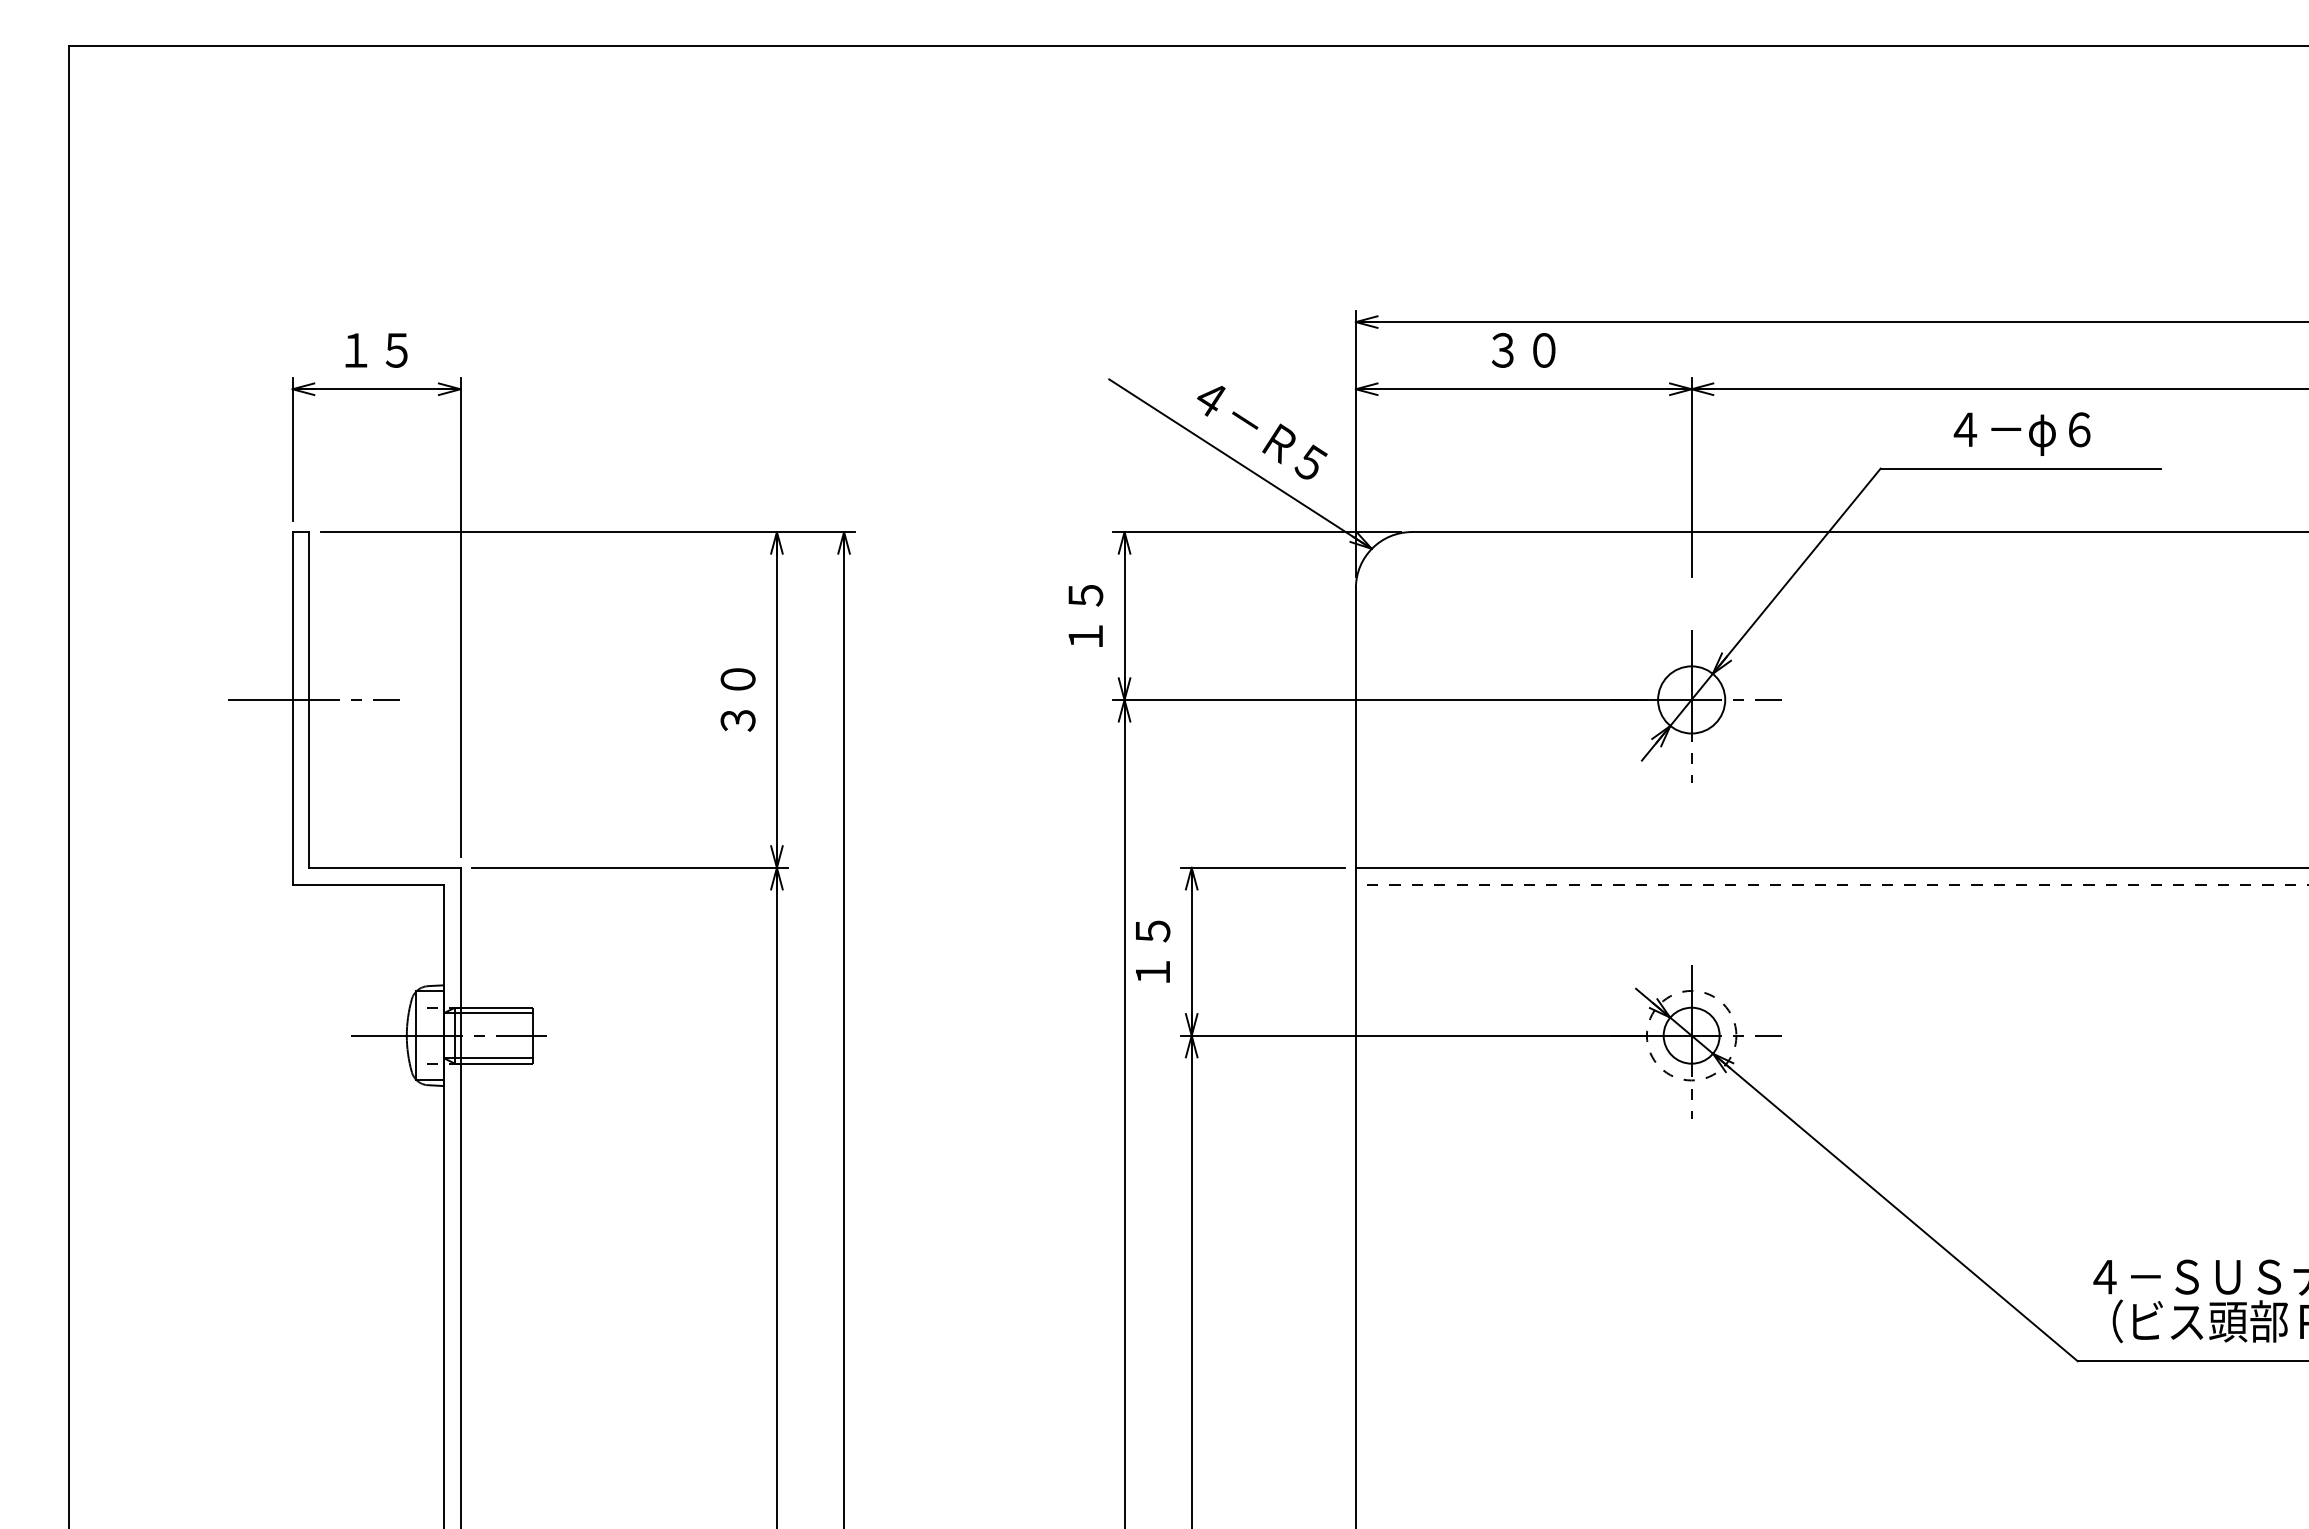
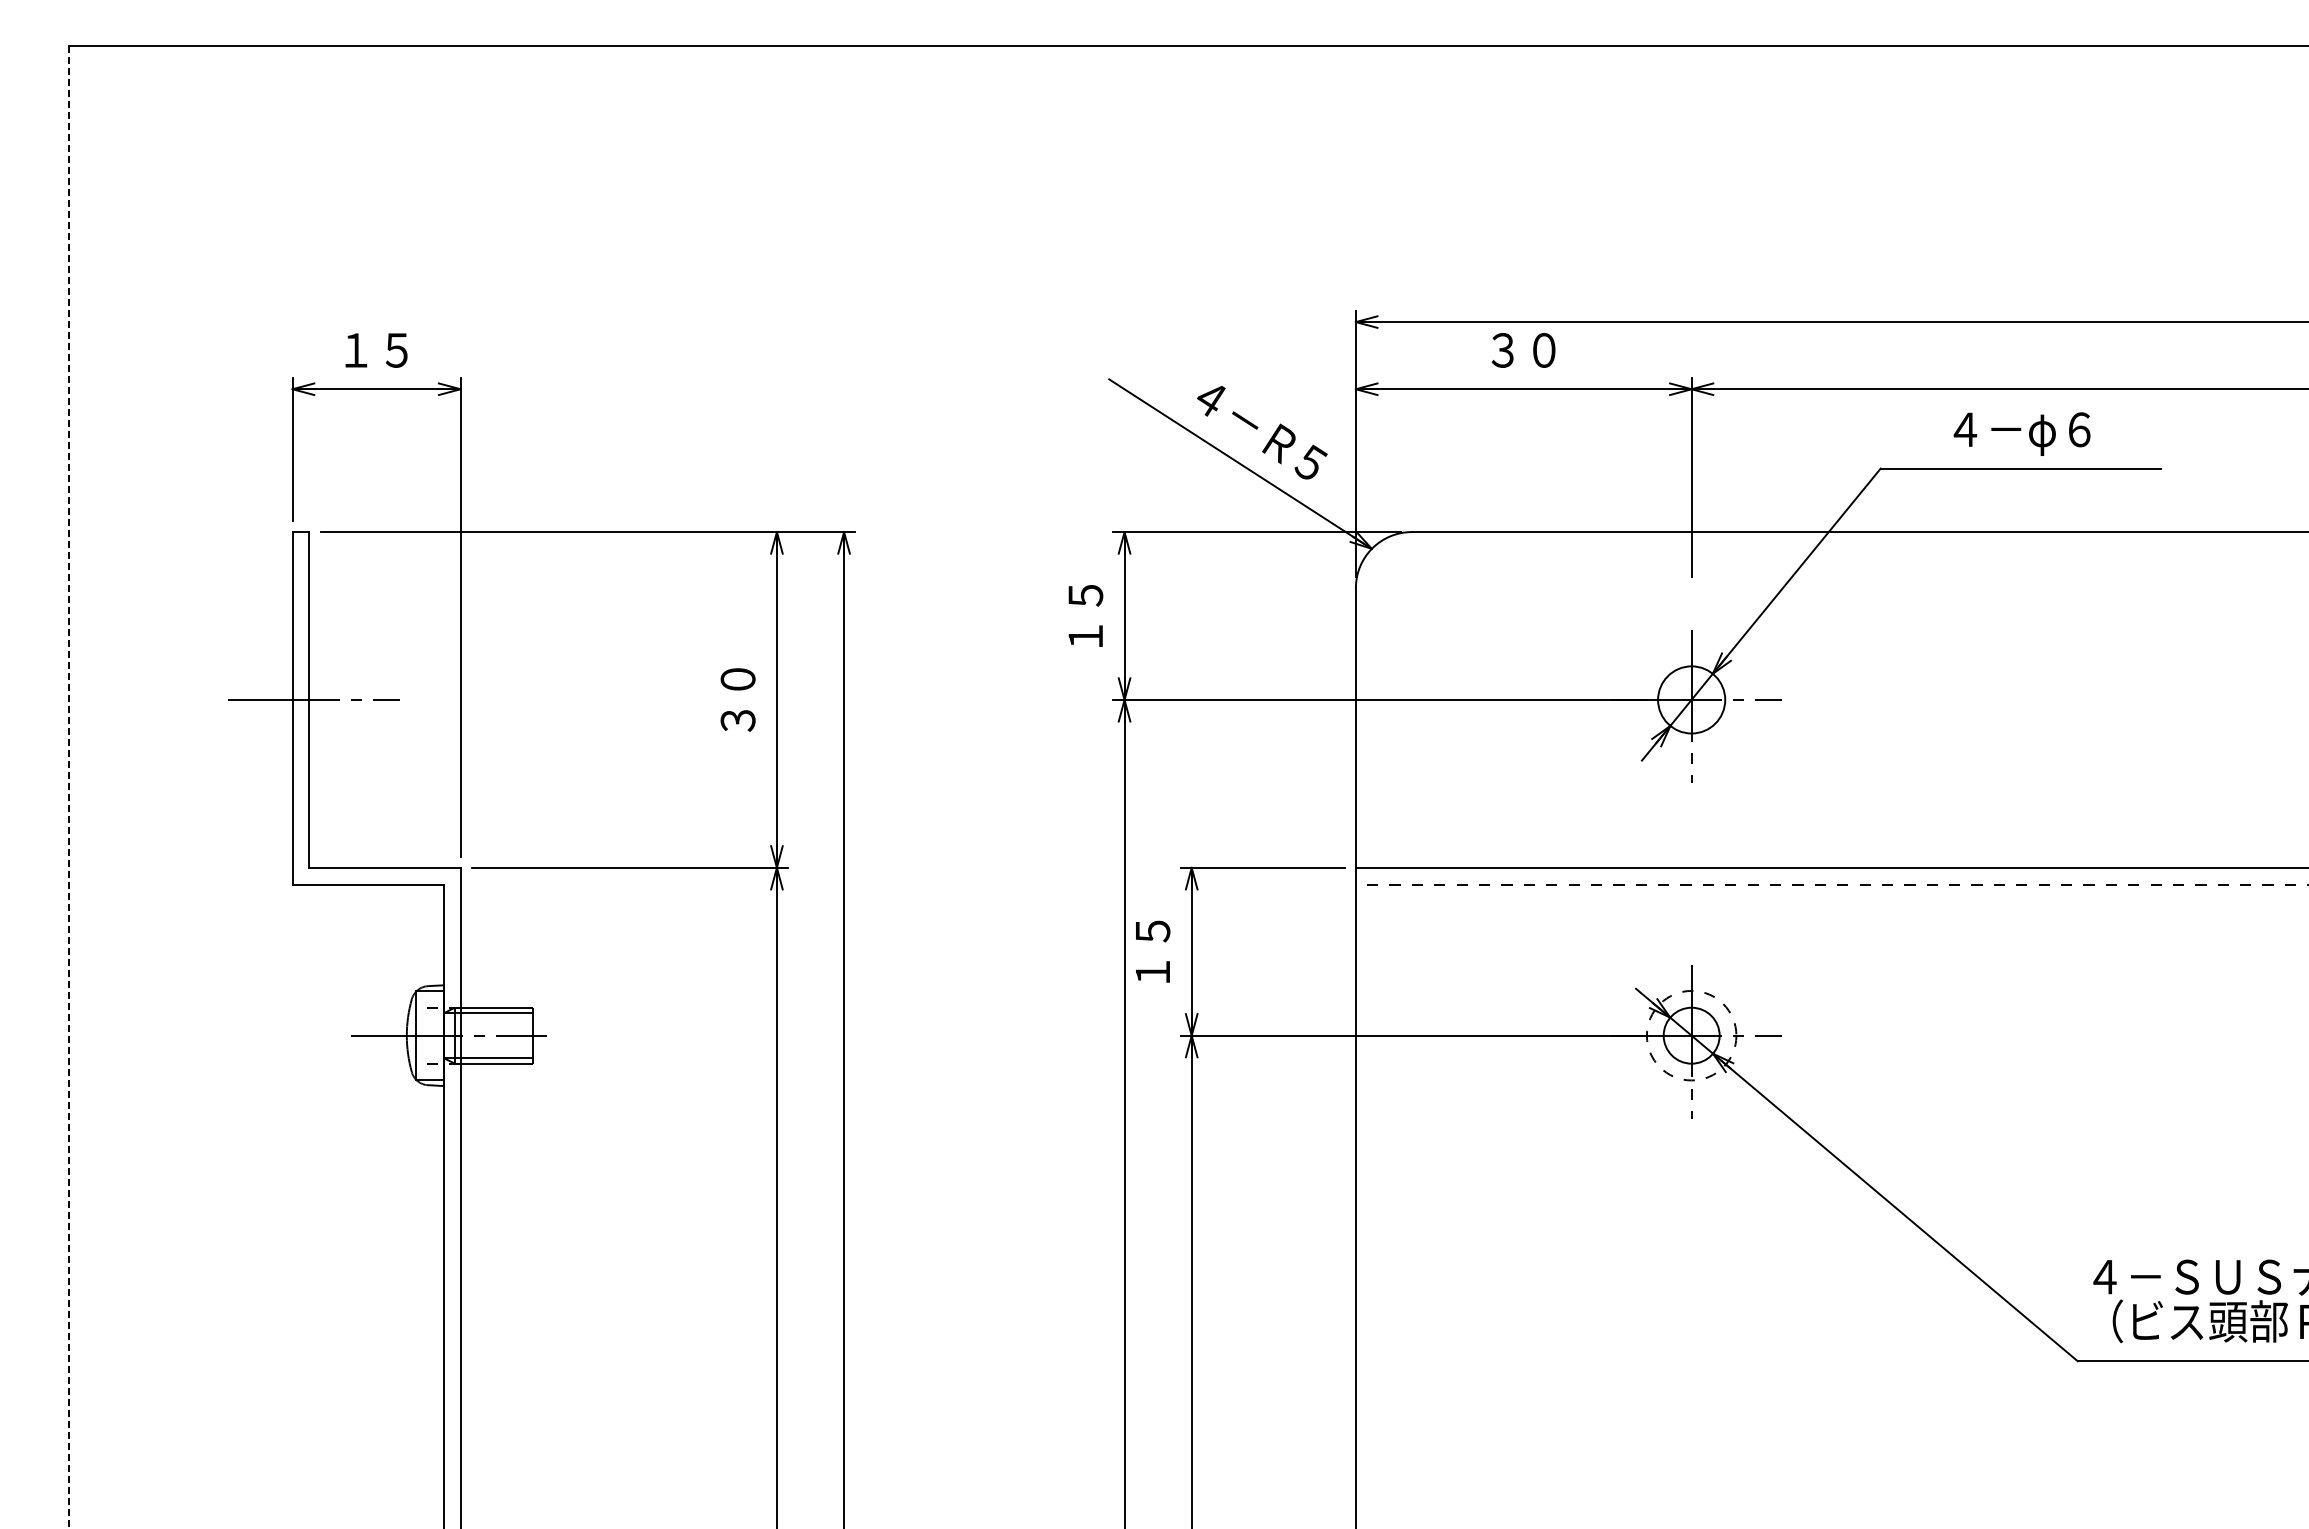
line at (69, 787): solid -> dashed
